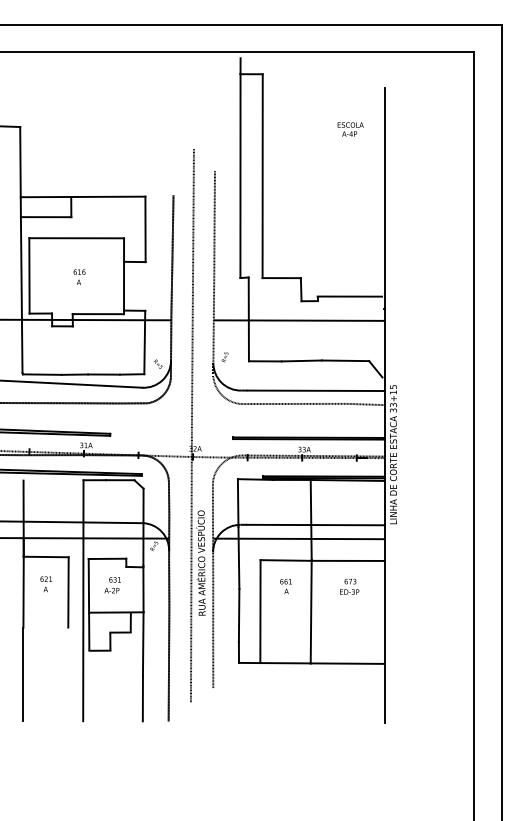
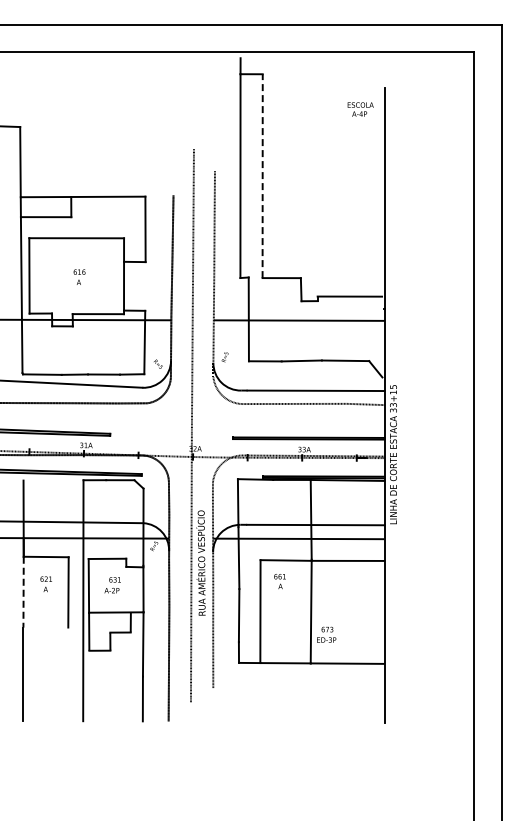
text at (350, 129) position: (350, 129) -> (360, 109)
line at (262, 176): solid -> dashed
text at (285, 586) position: (285, 586) -> (279, 581)
text at (349, 586) position: (349, 586) -> (326, 634)
line at (23, 592): solid -> dashed
